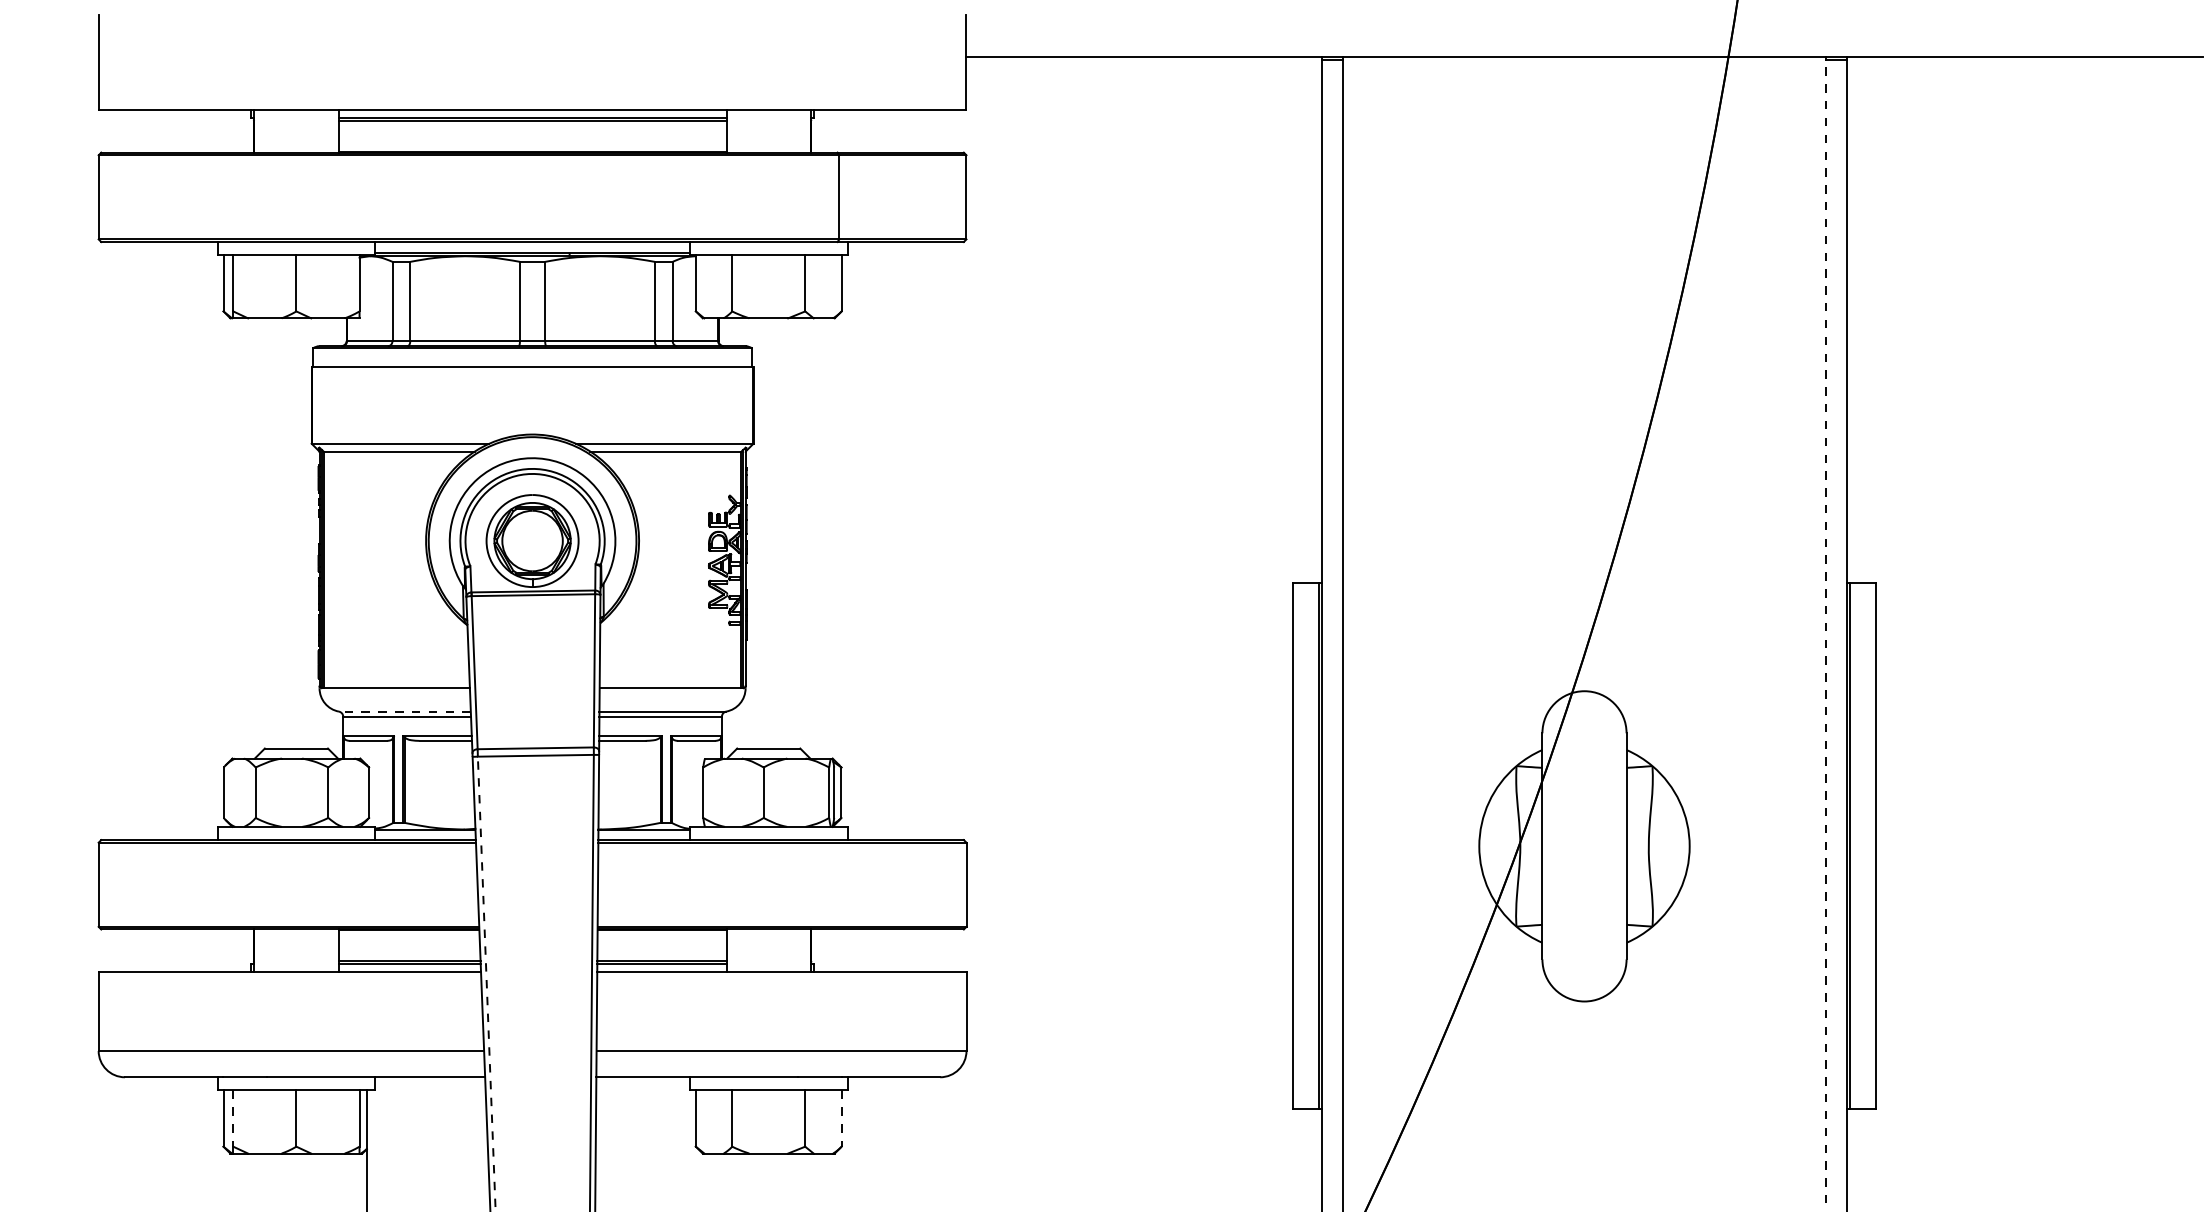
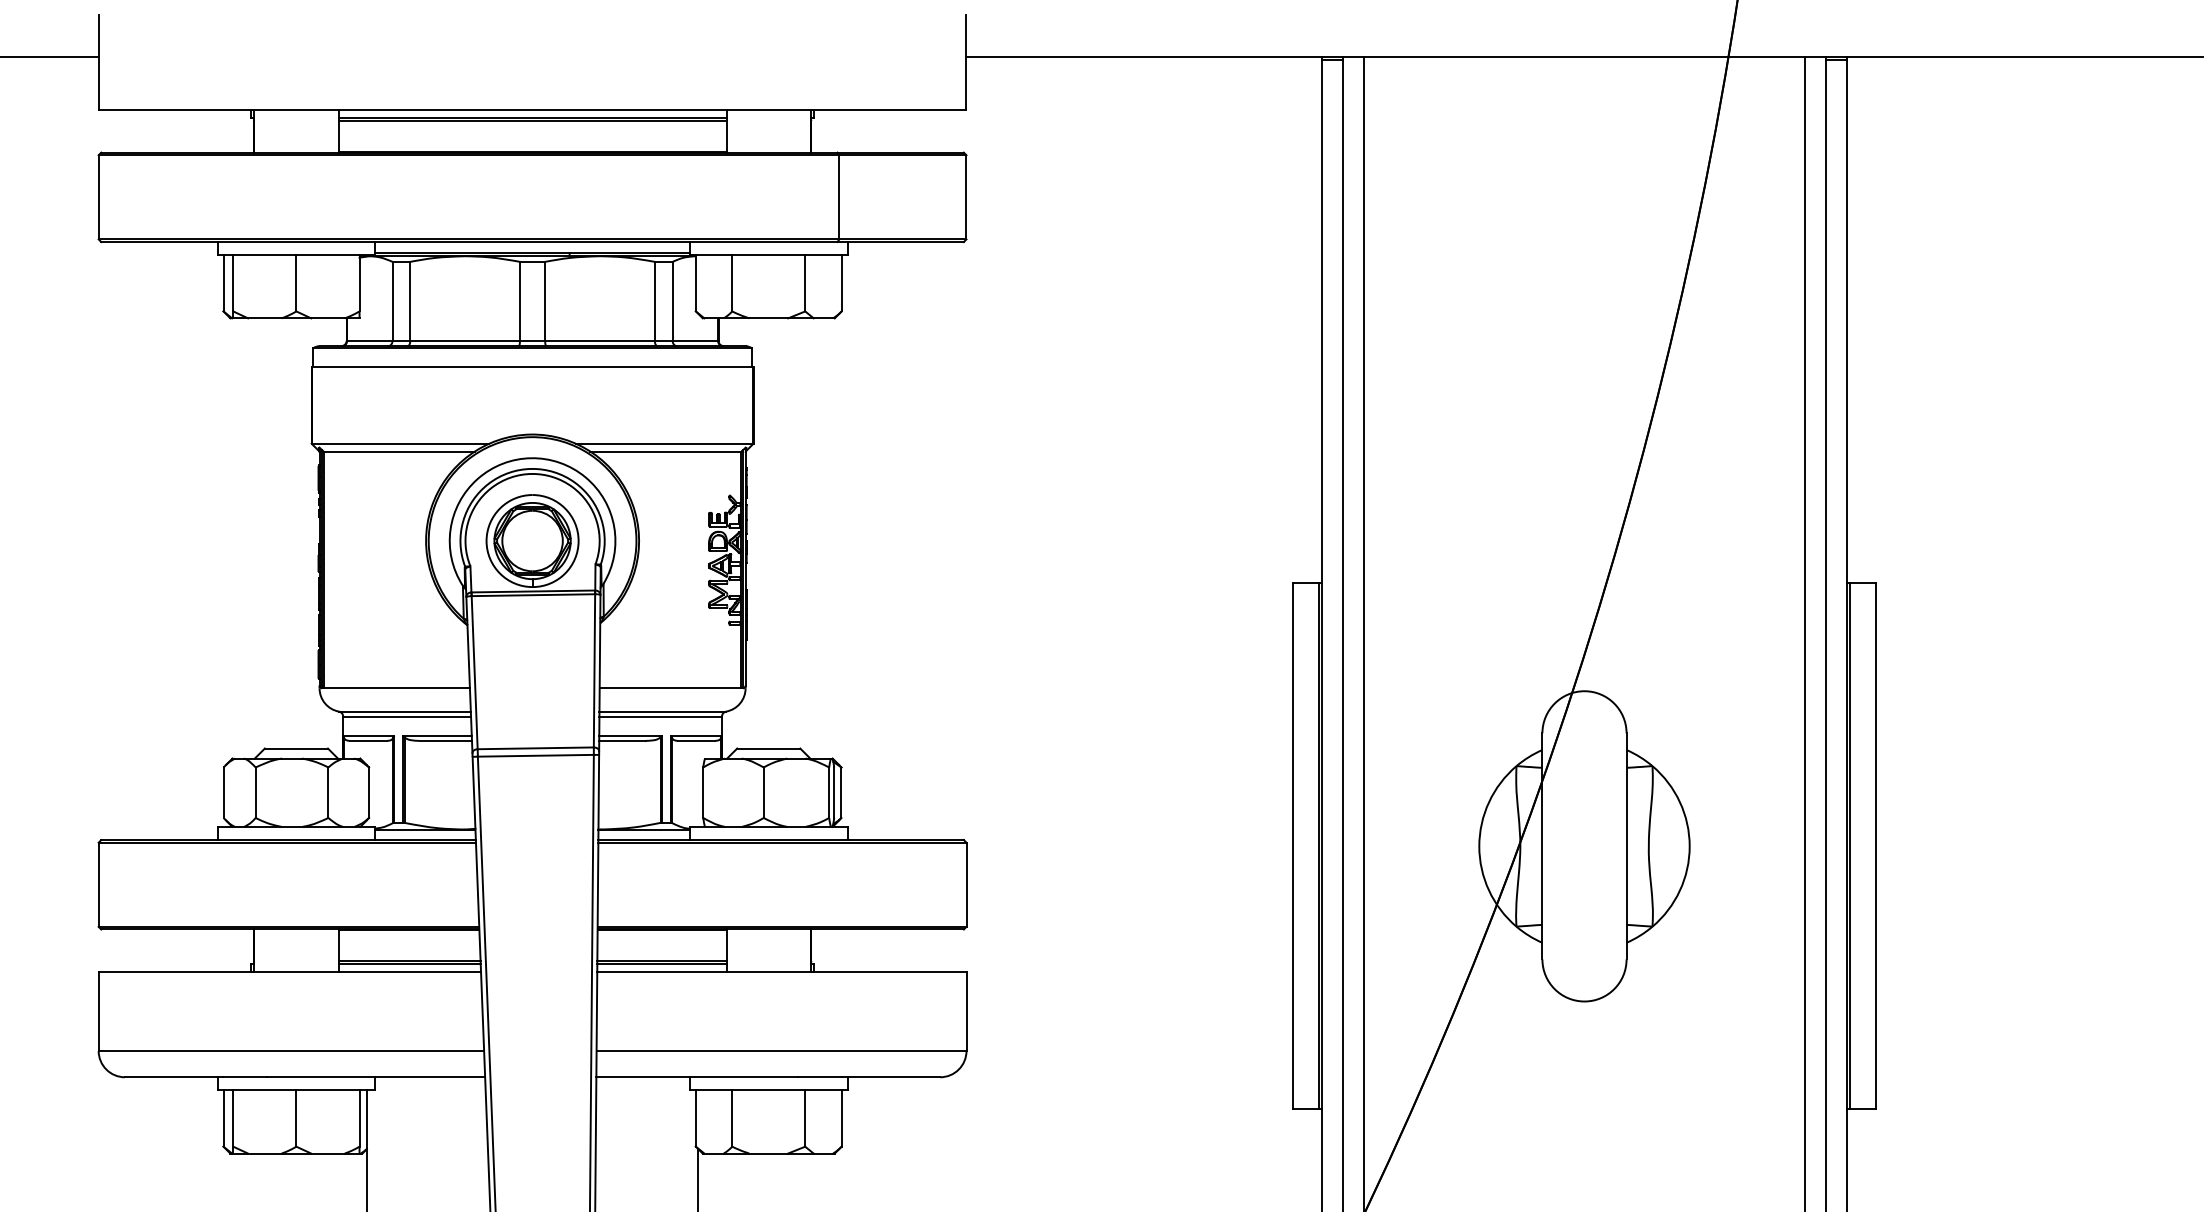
line at (50, 57): none -> present
line at (1363, 632): none -> present
line at (1805, 632): none -> present
line at (1826, 635): dashed -> solid
line at (404, 711): dashed -> solid
line at (486, 983): dashed -> solid
line at (233, 1119): dashed -> solid
line at (841, 1119): dashed -> solid
line at (698, 1178): none -> present
